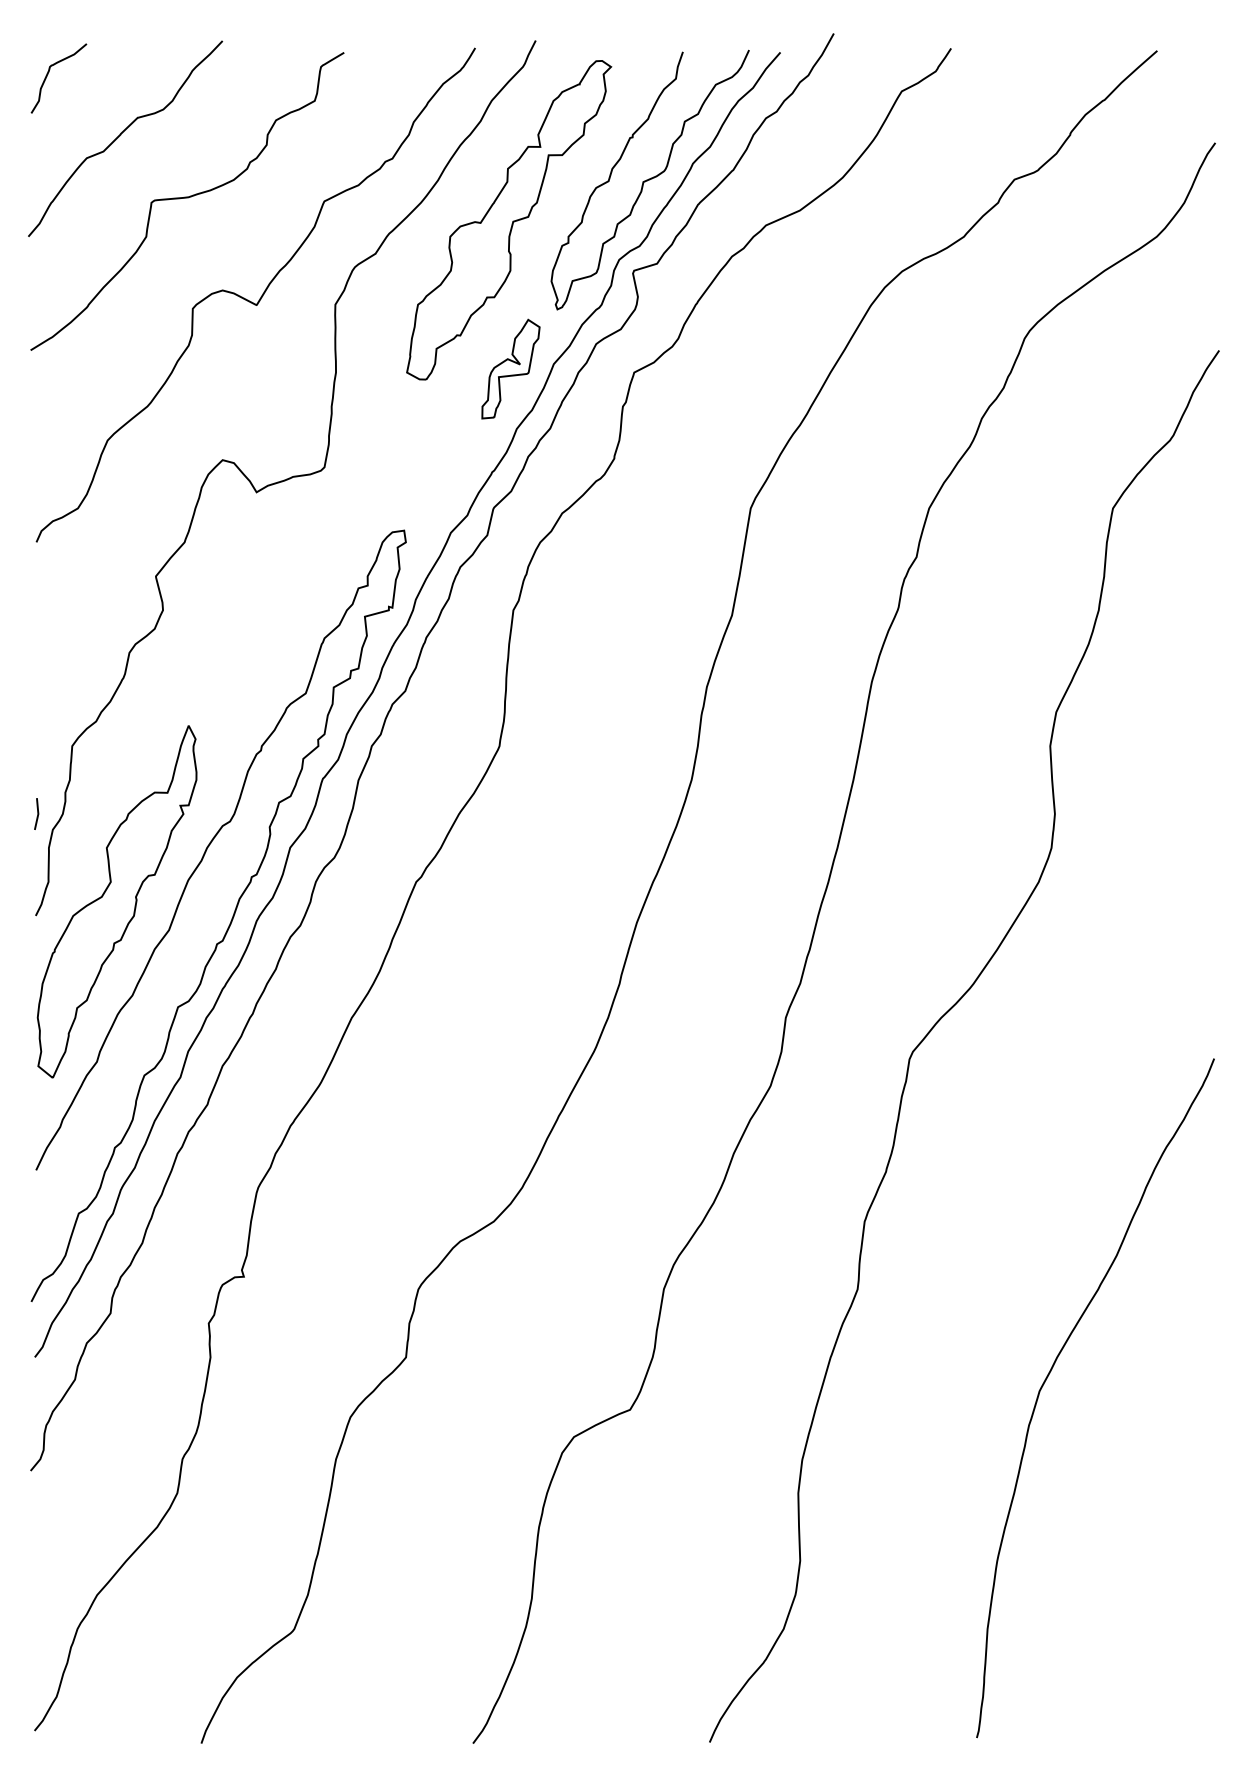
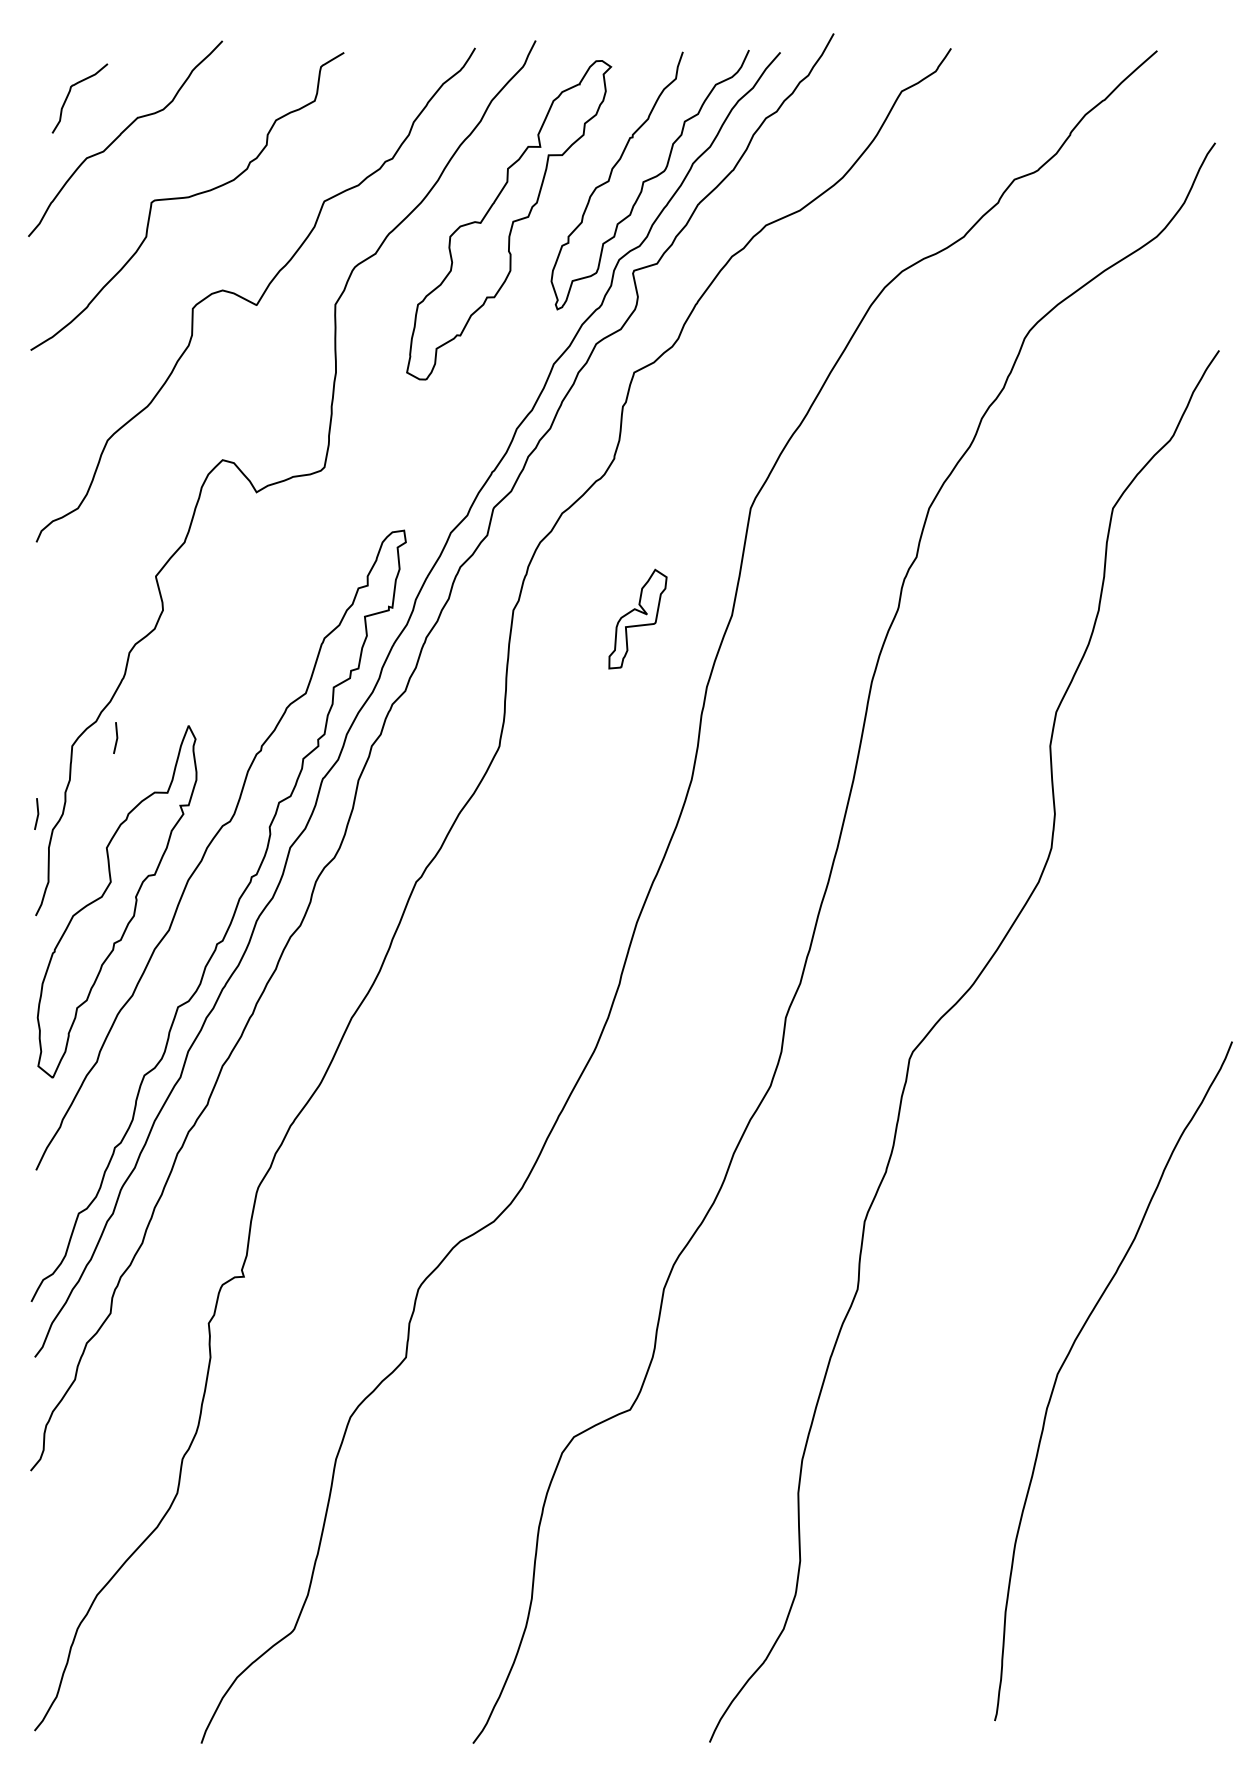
curve at (48, 74) position: (48, 74) -> (69, 94)
part at (510, 368) position: (510, 368) -> (637, 618)
line at (116, 737): none -> present
curve at (1049, 1375) position: (1049, 1375) -> (1067, 1358)
